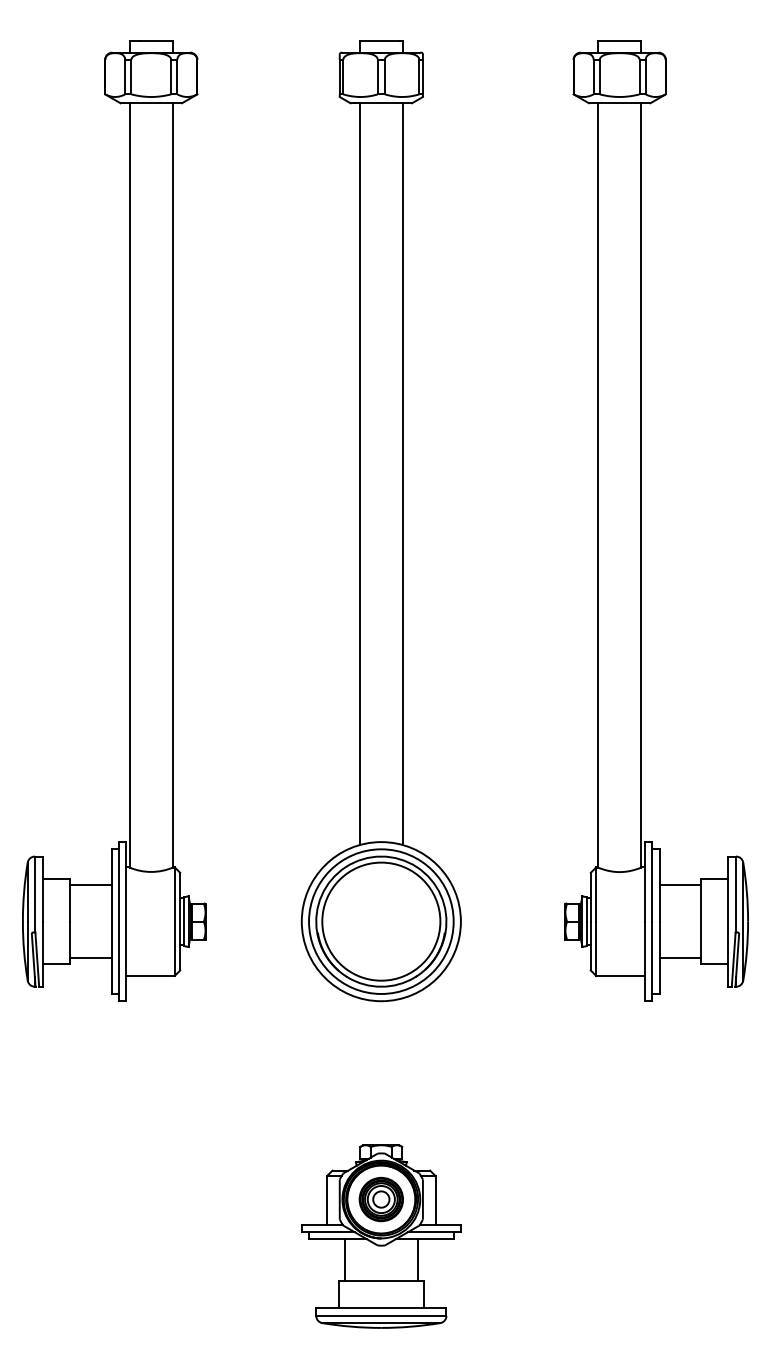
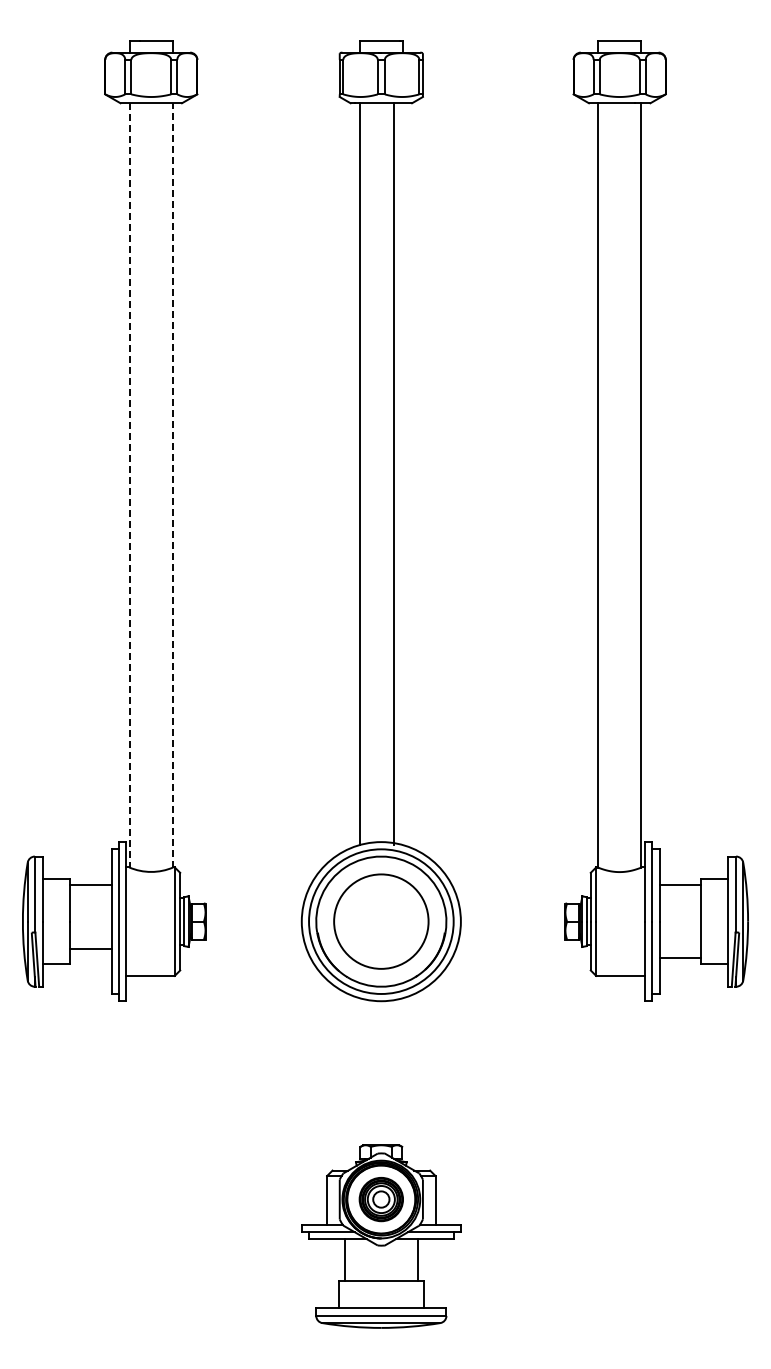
line at (403, 474) position: (403, 474) -> (394, 474)
line at (172, 484): solid -> dashed
line at (129, 485): solid -> dashed
circle at (381, 921) diameter: 118 px -> 94 px
line at (90, 958) position: (90, 958) -> (90, 949)
